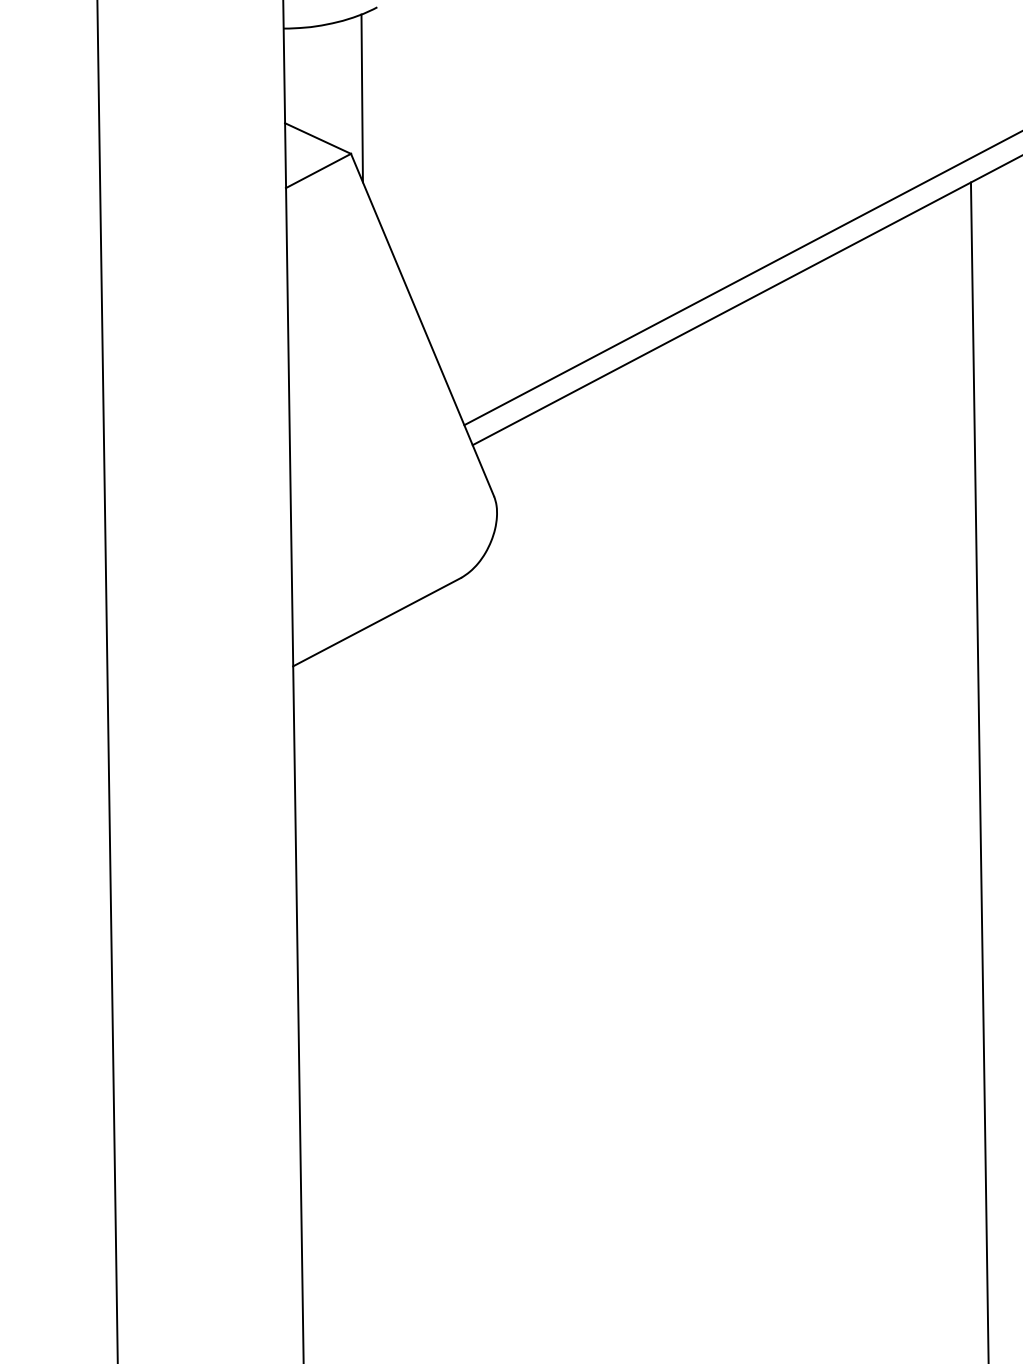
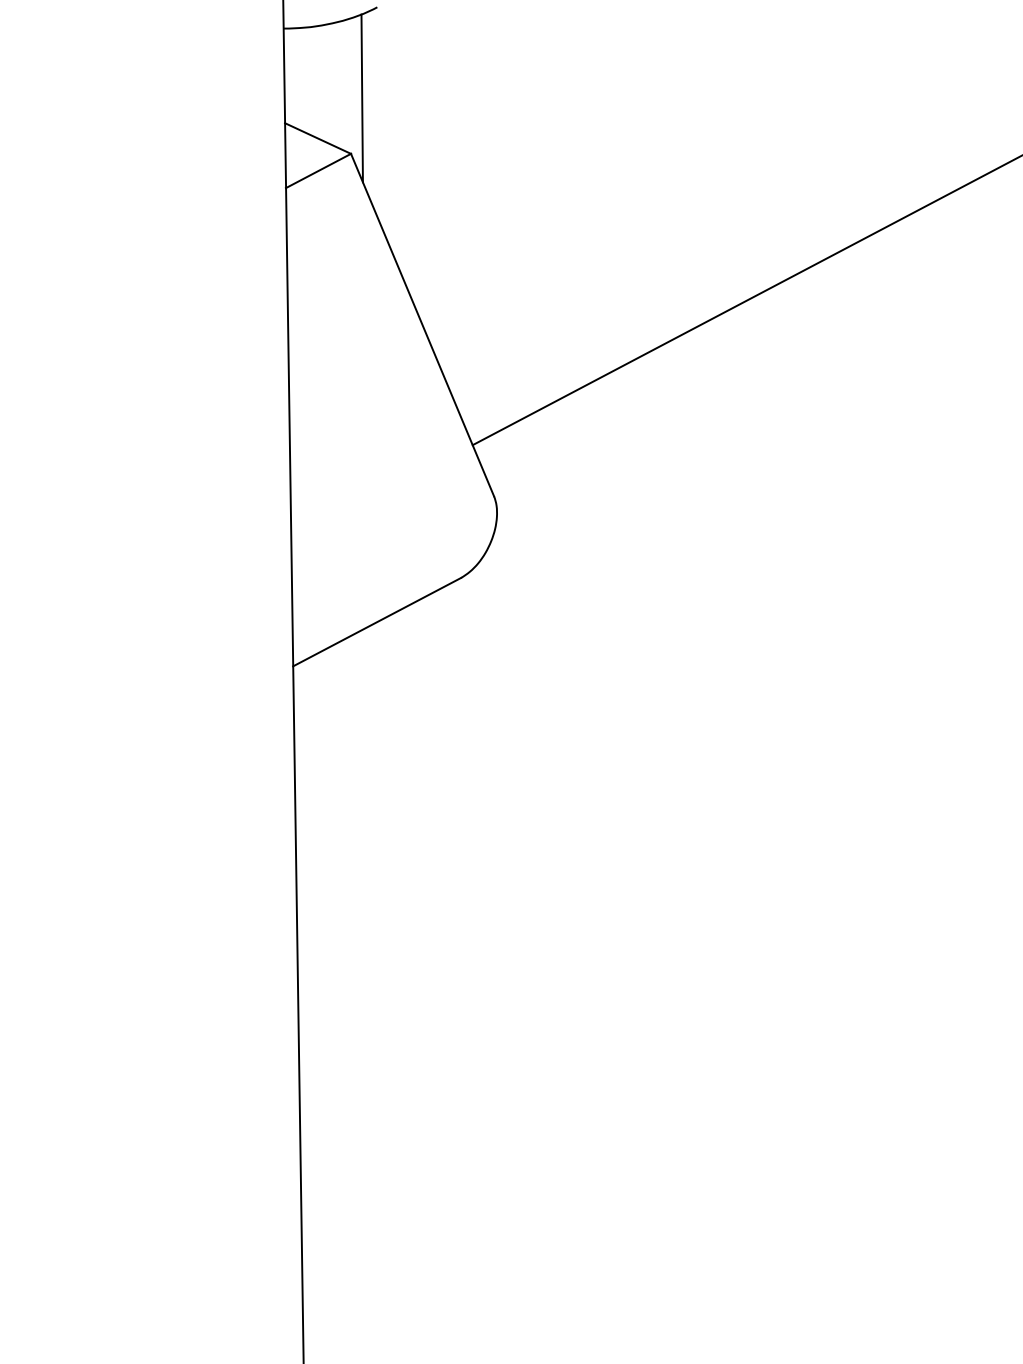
line at (741, 278): present -> none
line at (107, 681): present -> none
line at (979, 771): present -> none
